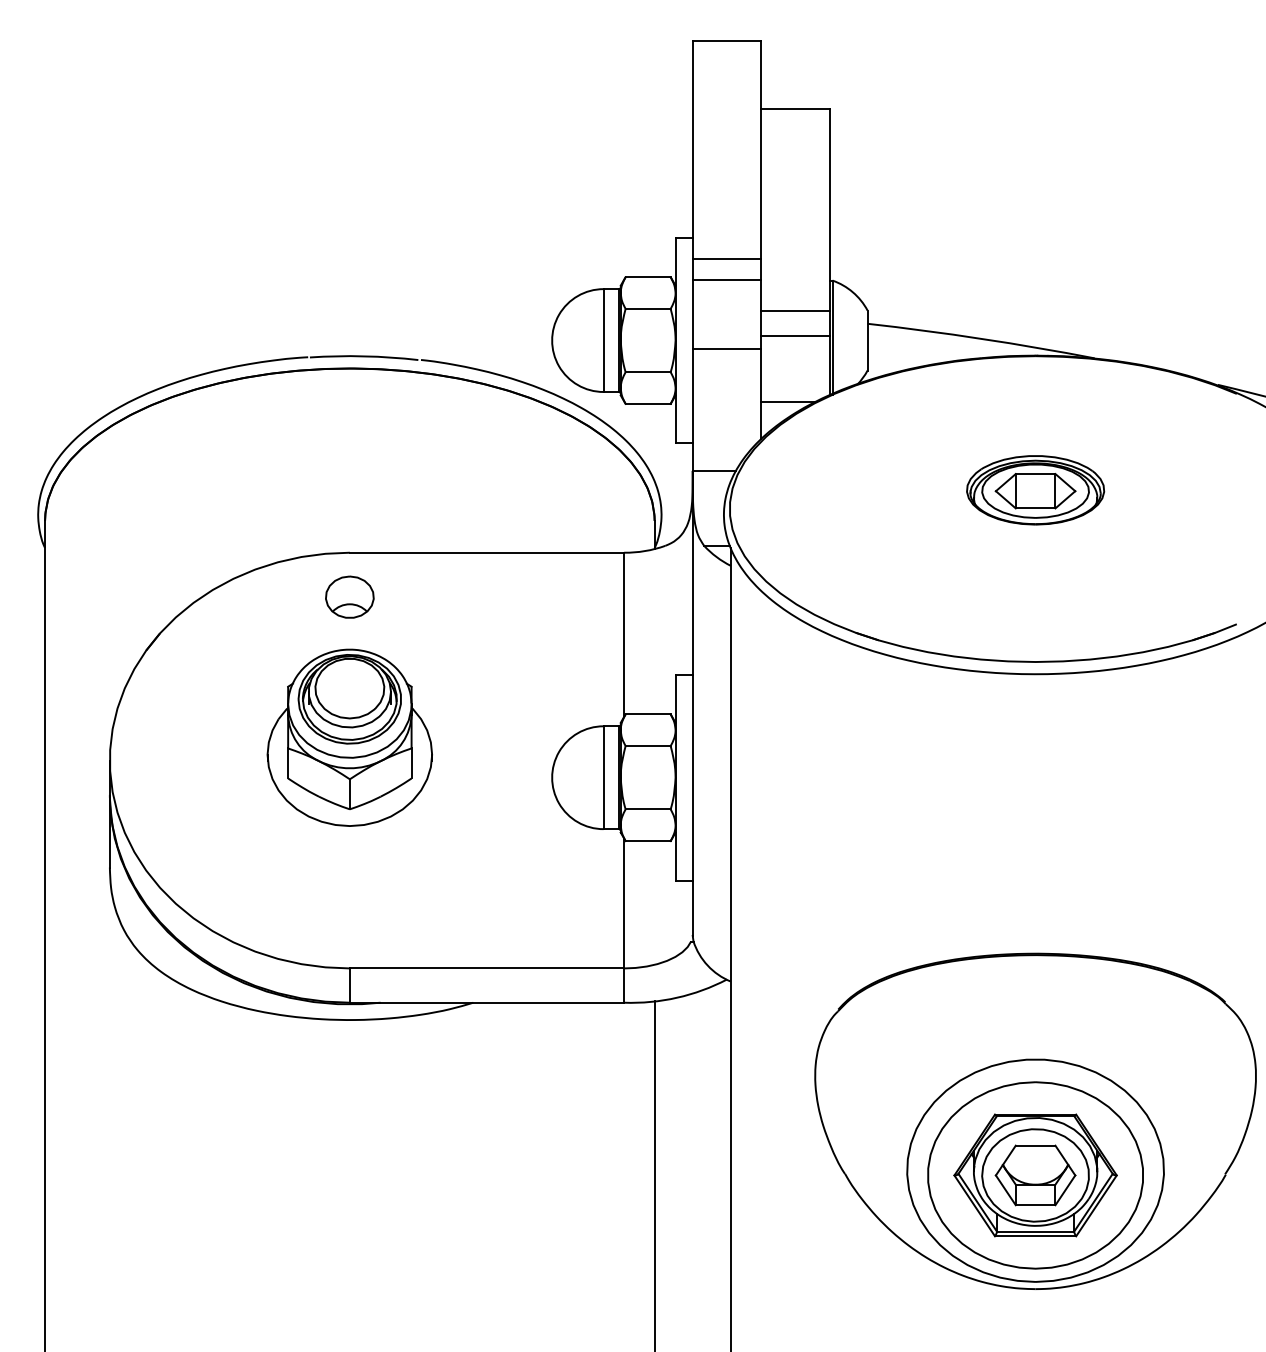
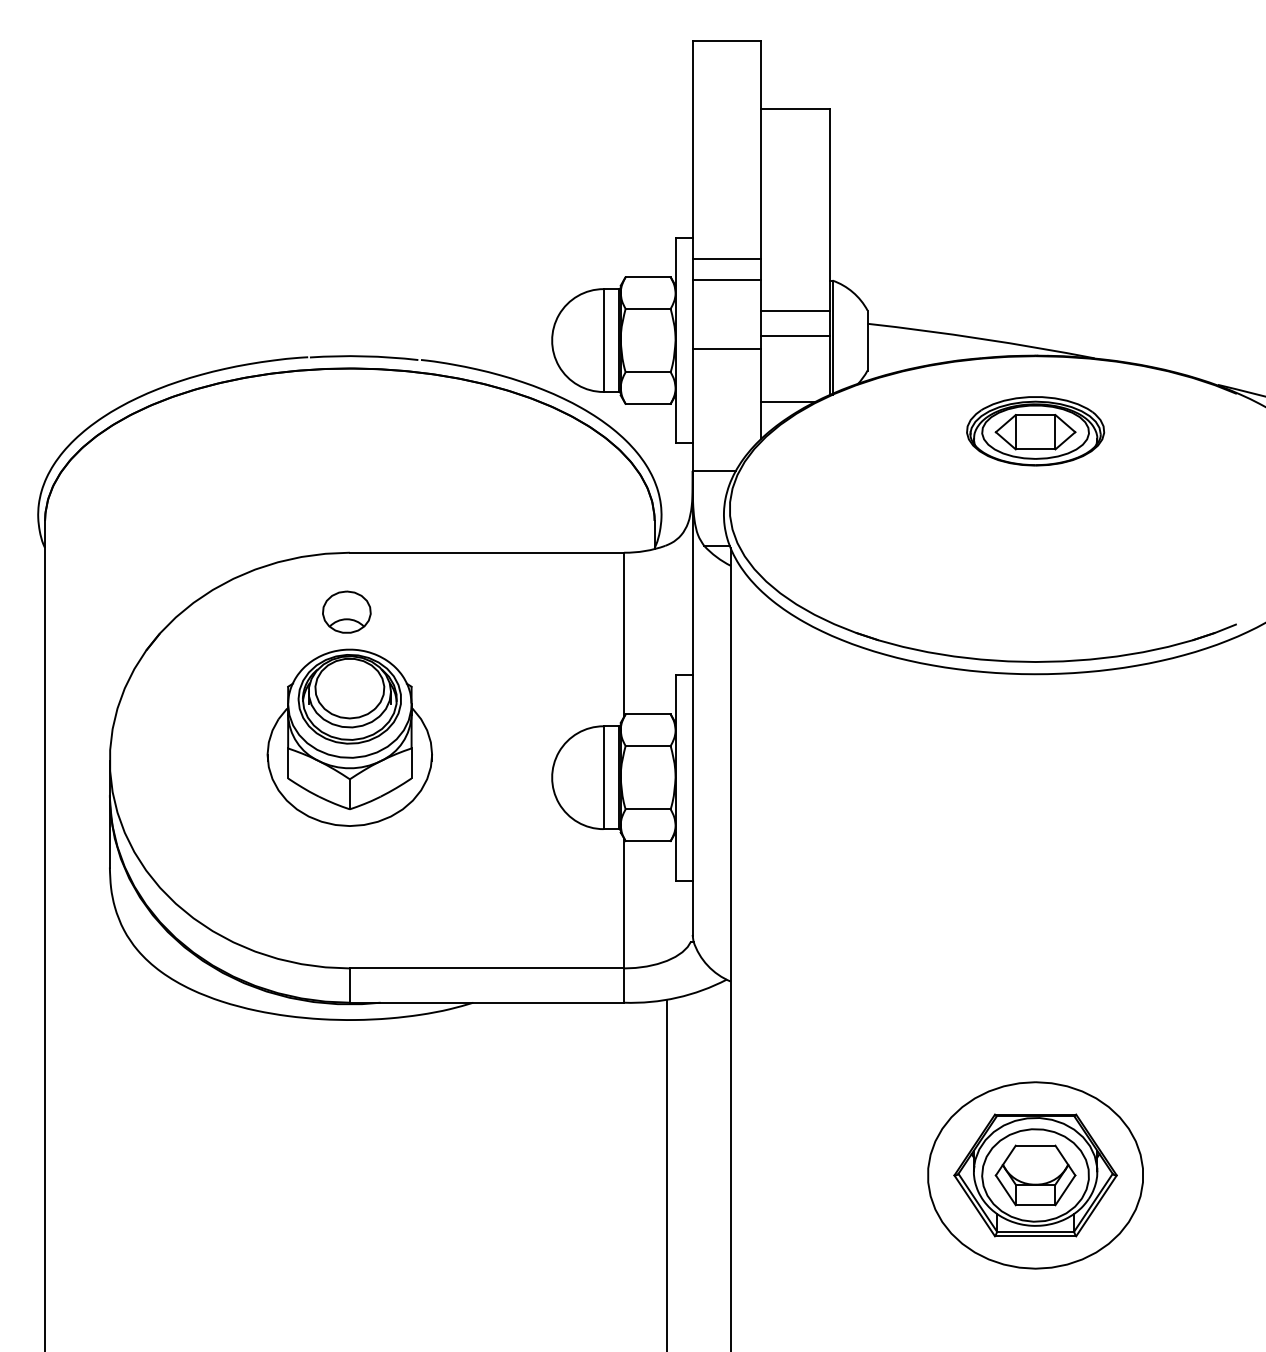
part at (1035, 490) position: (1035, 490) -> (1035, 431)
part at (349, 596) position: (349, 596) -> (346, 611)
part at (1035, 1120): present -> none
line at (654, 1174) position: (654, 1174) -> (666, 1174)
